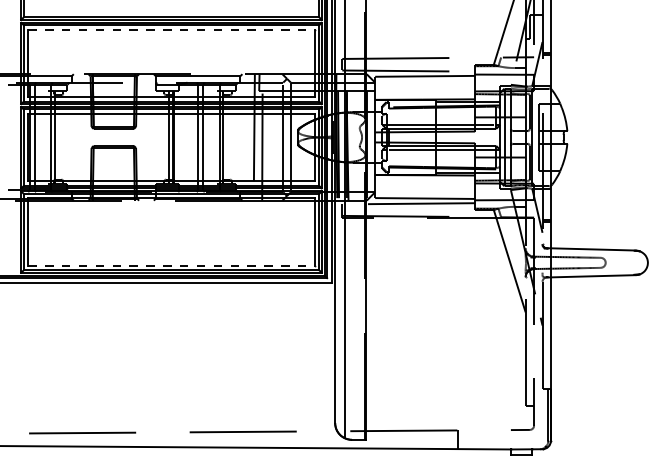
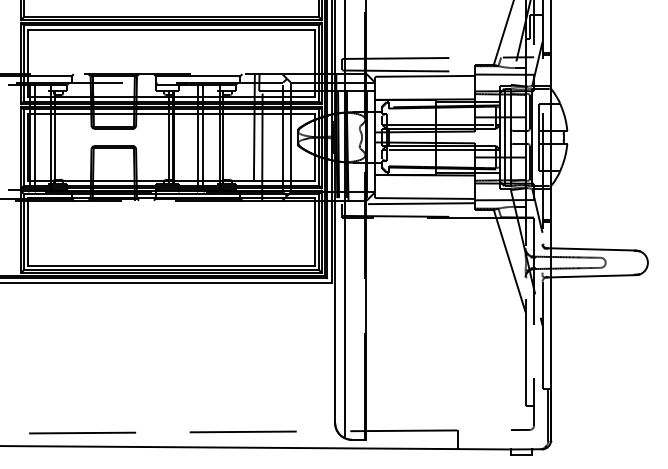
line at (172, 29): dashed -> solid
line at (172, 265): dashed -> solid
